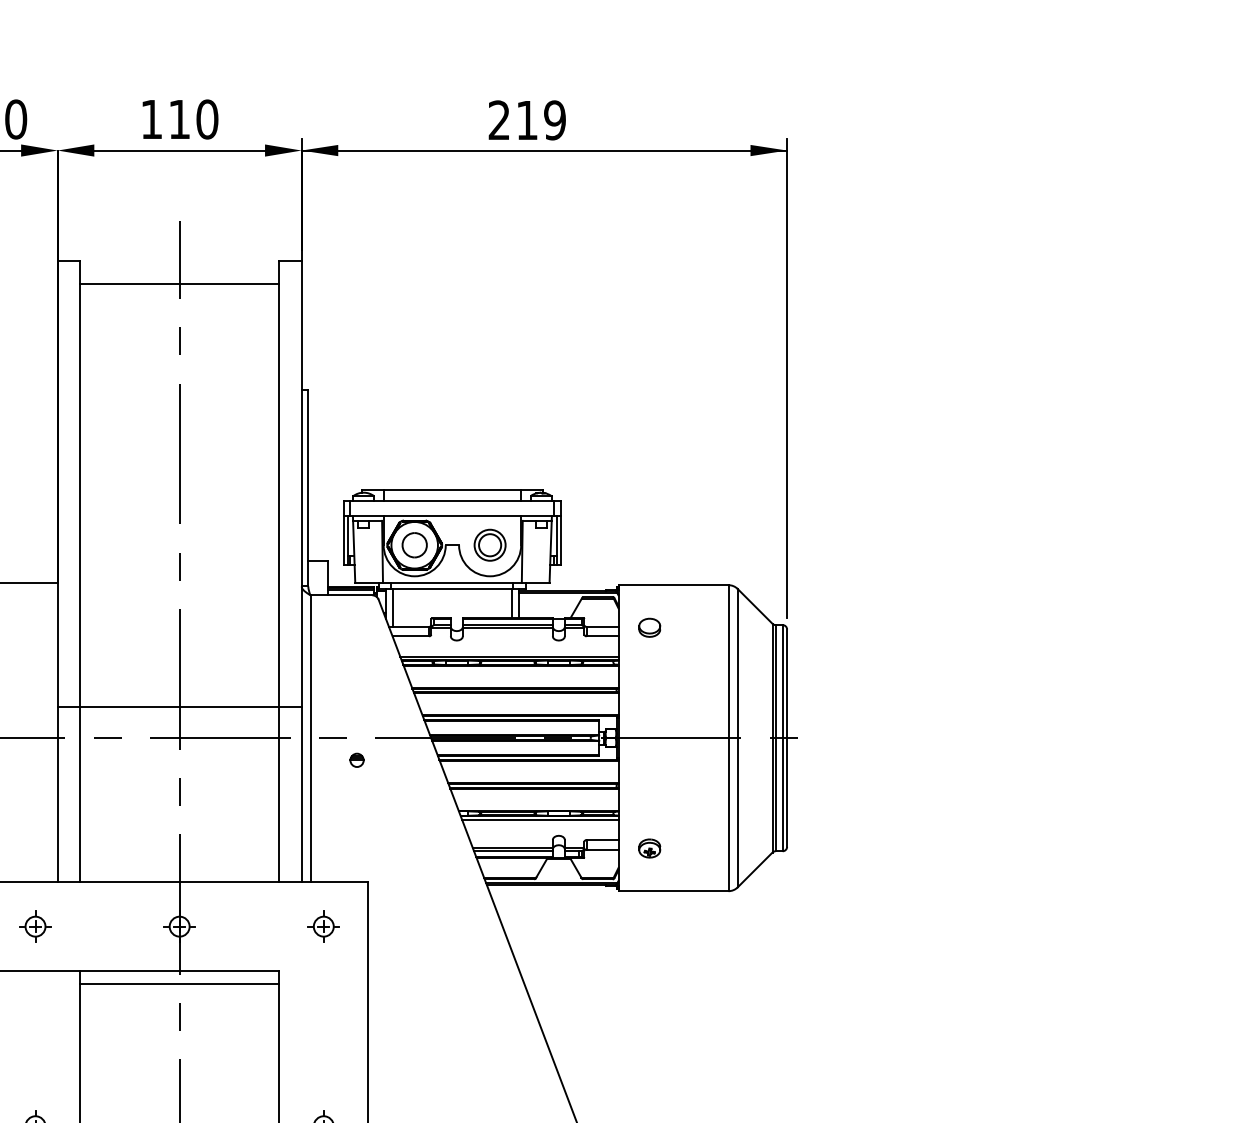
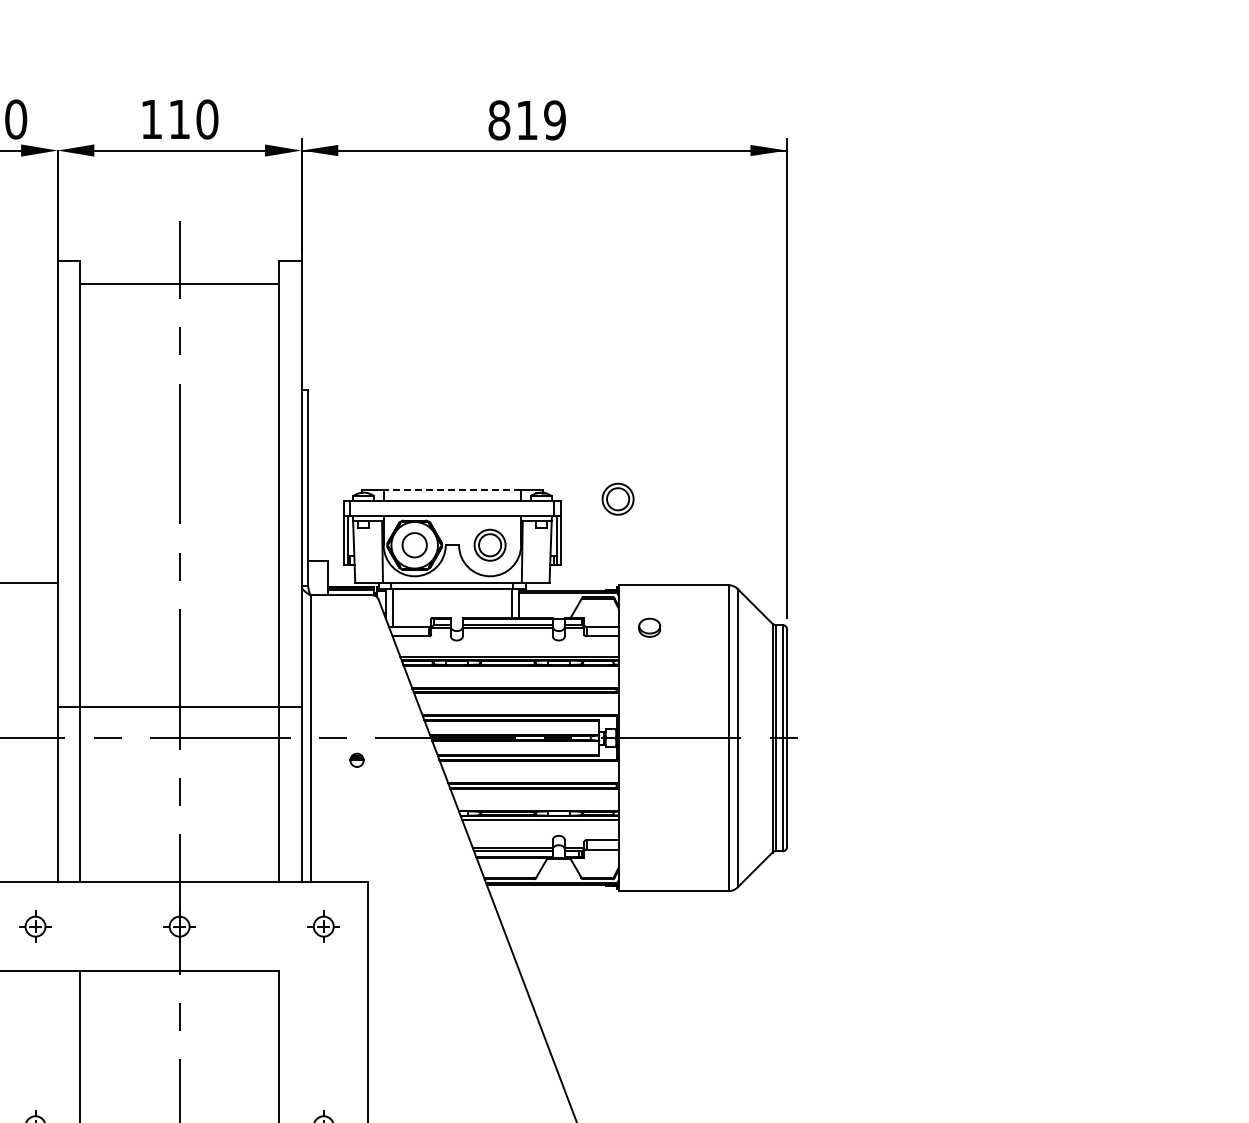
text at (499, 120): 219 -> 819
line at (452, 489): solid -> dashed
part at (617, 498): none -> present
part at (649, 848): present -> none
line at (179, 984): present -> none
